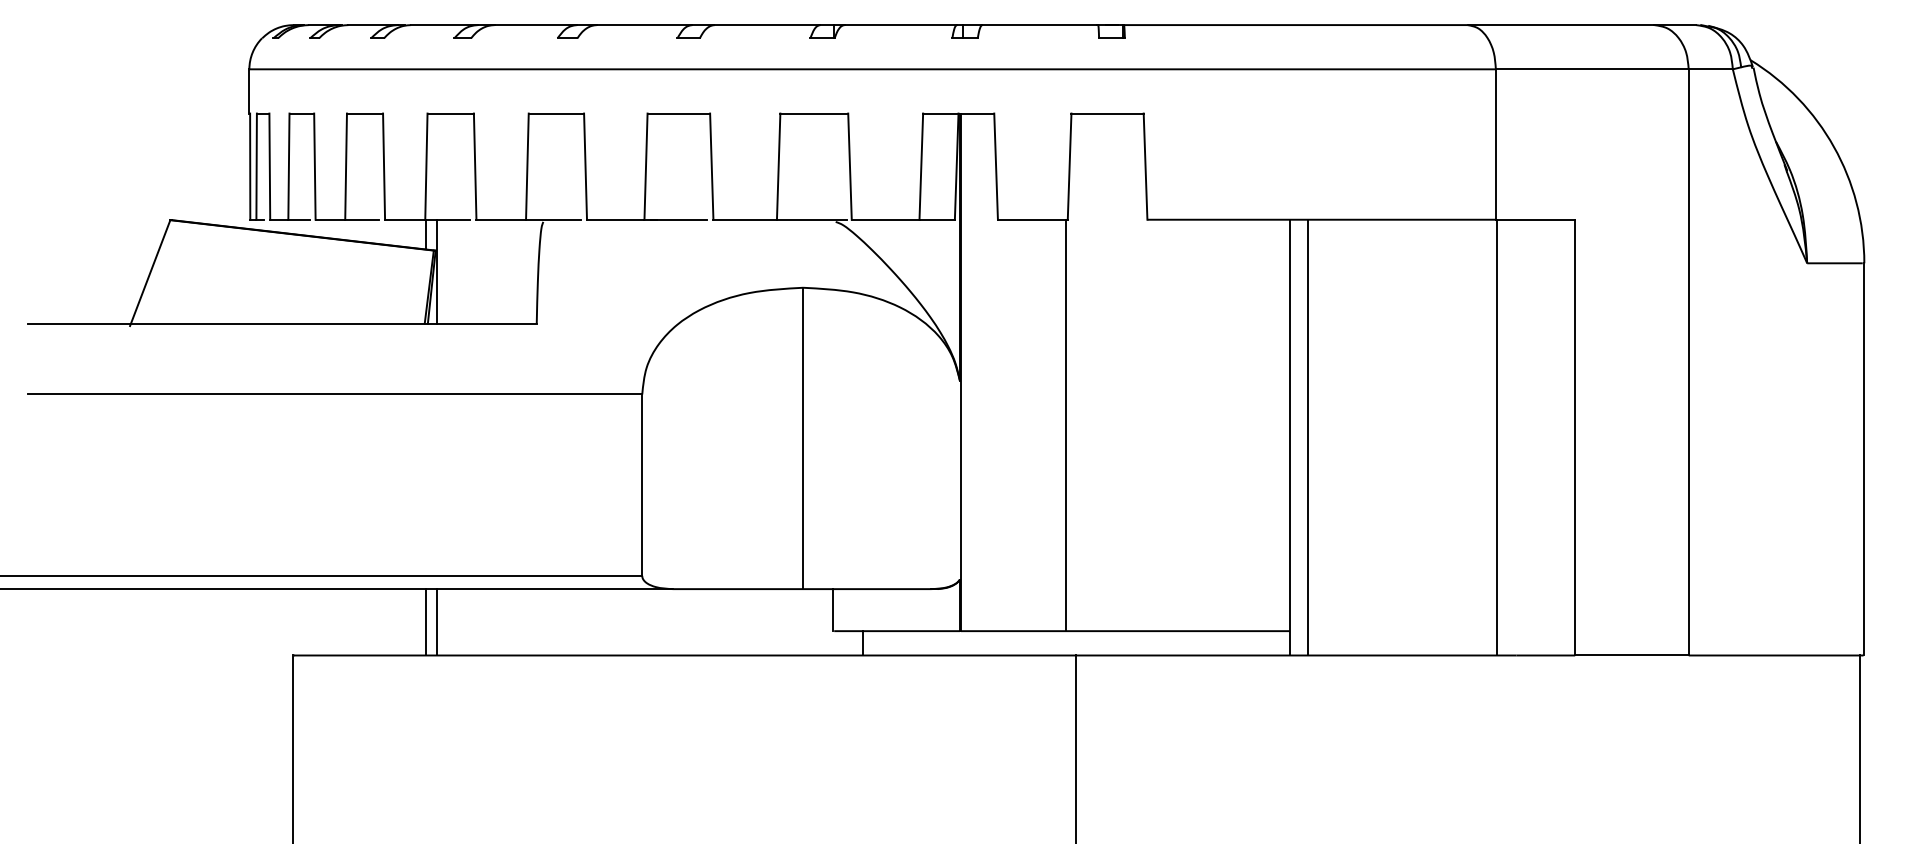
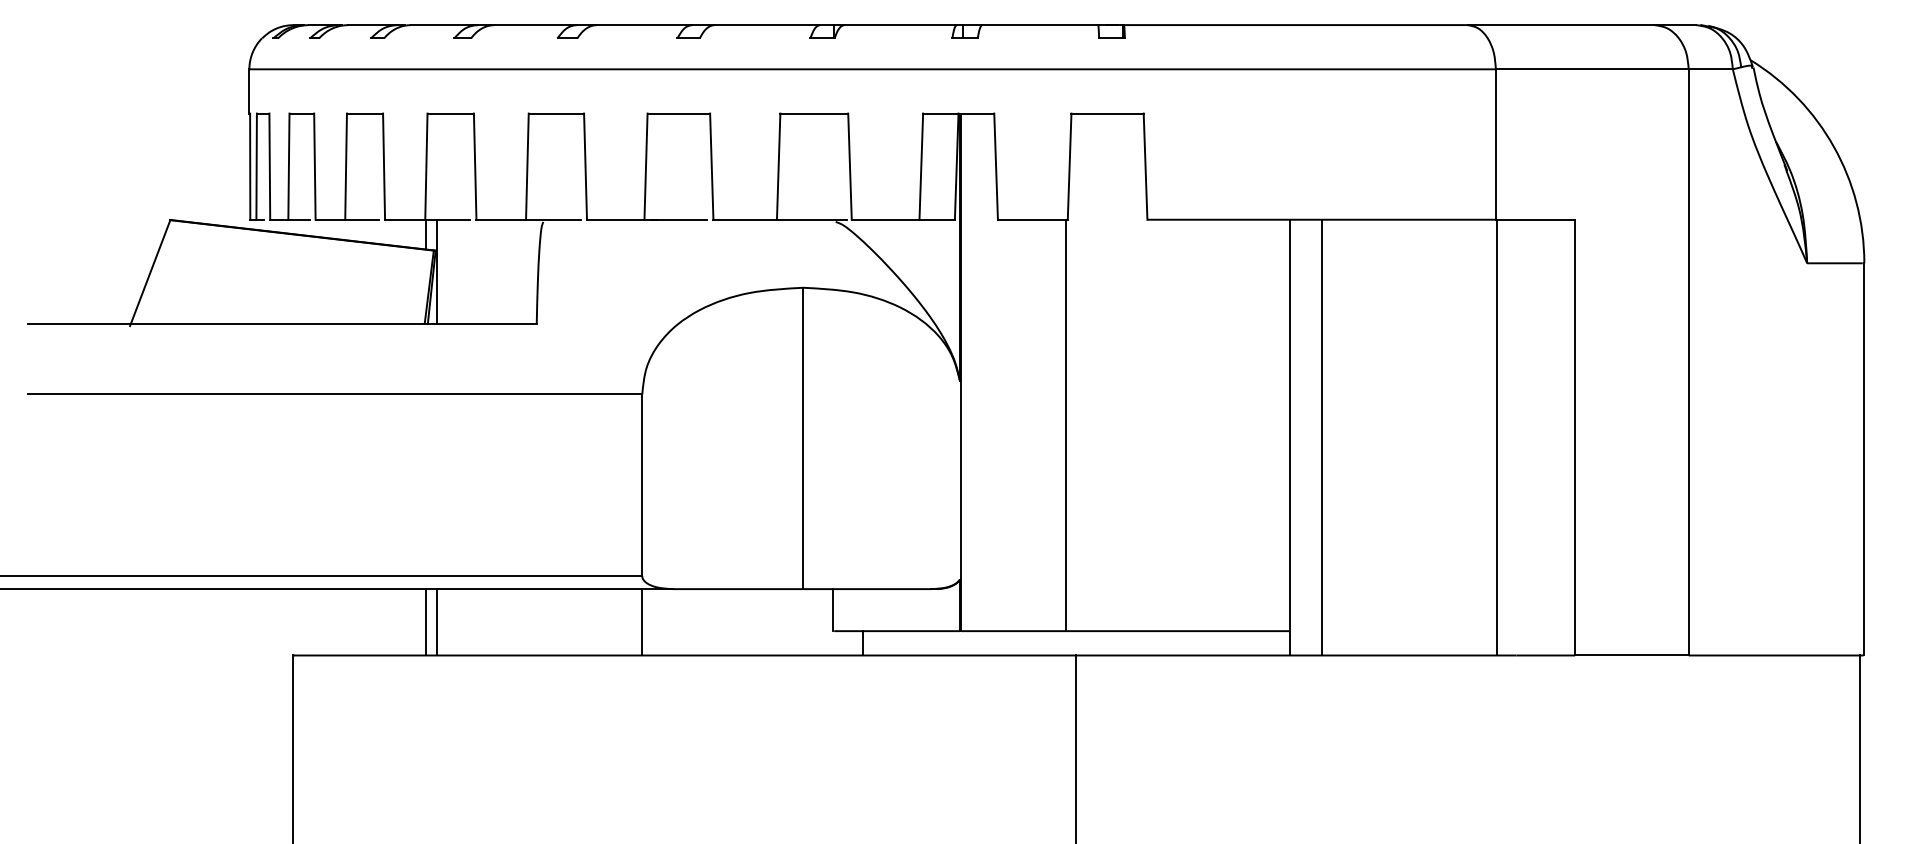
line at (1307, 437) position: (1307, 437) -> (1321, 437)
line at (642, 622): none -> present
